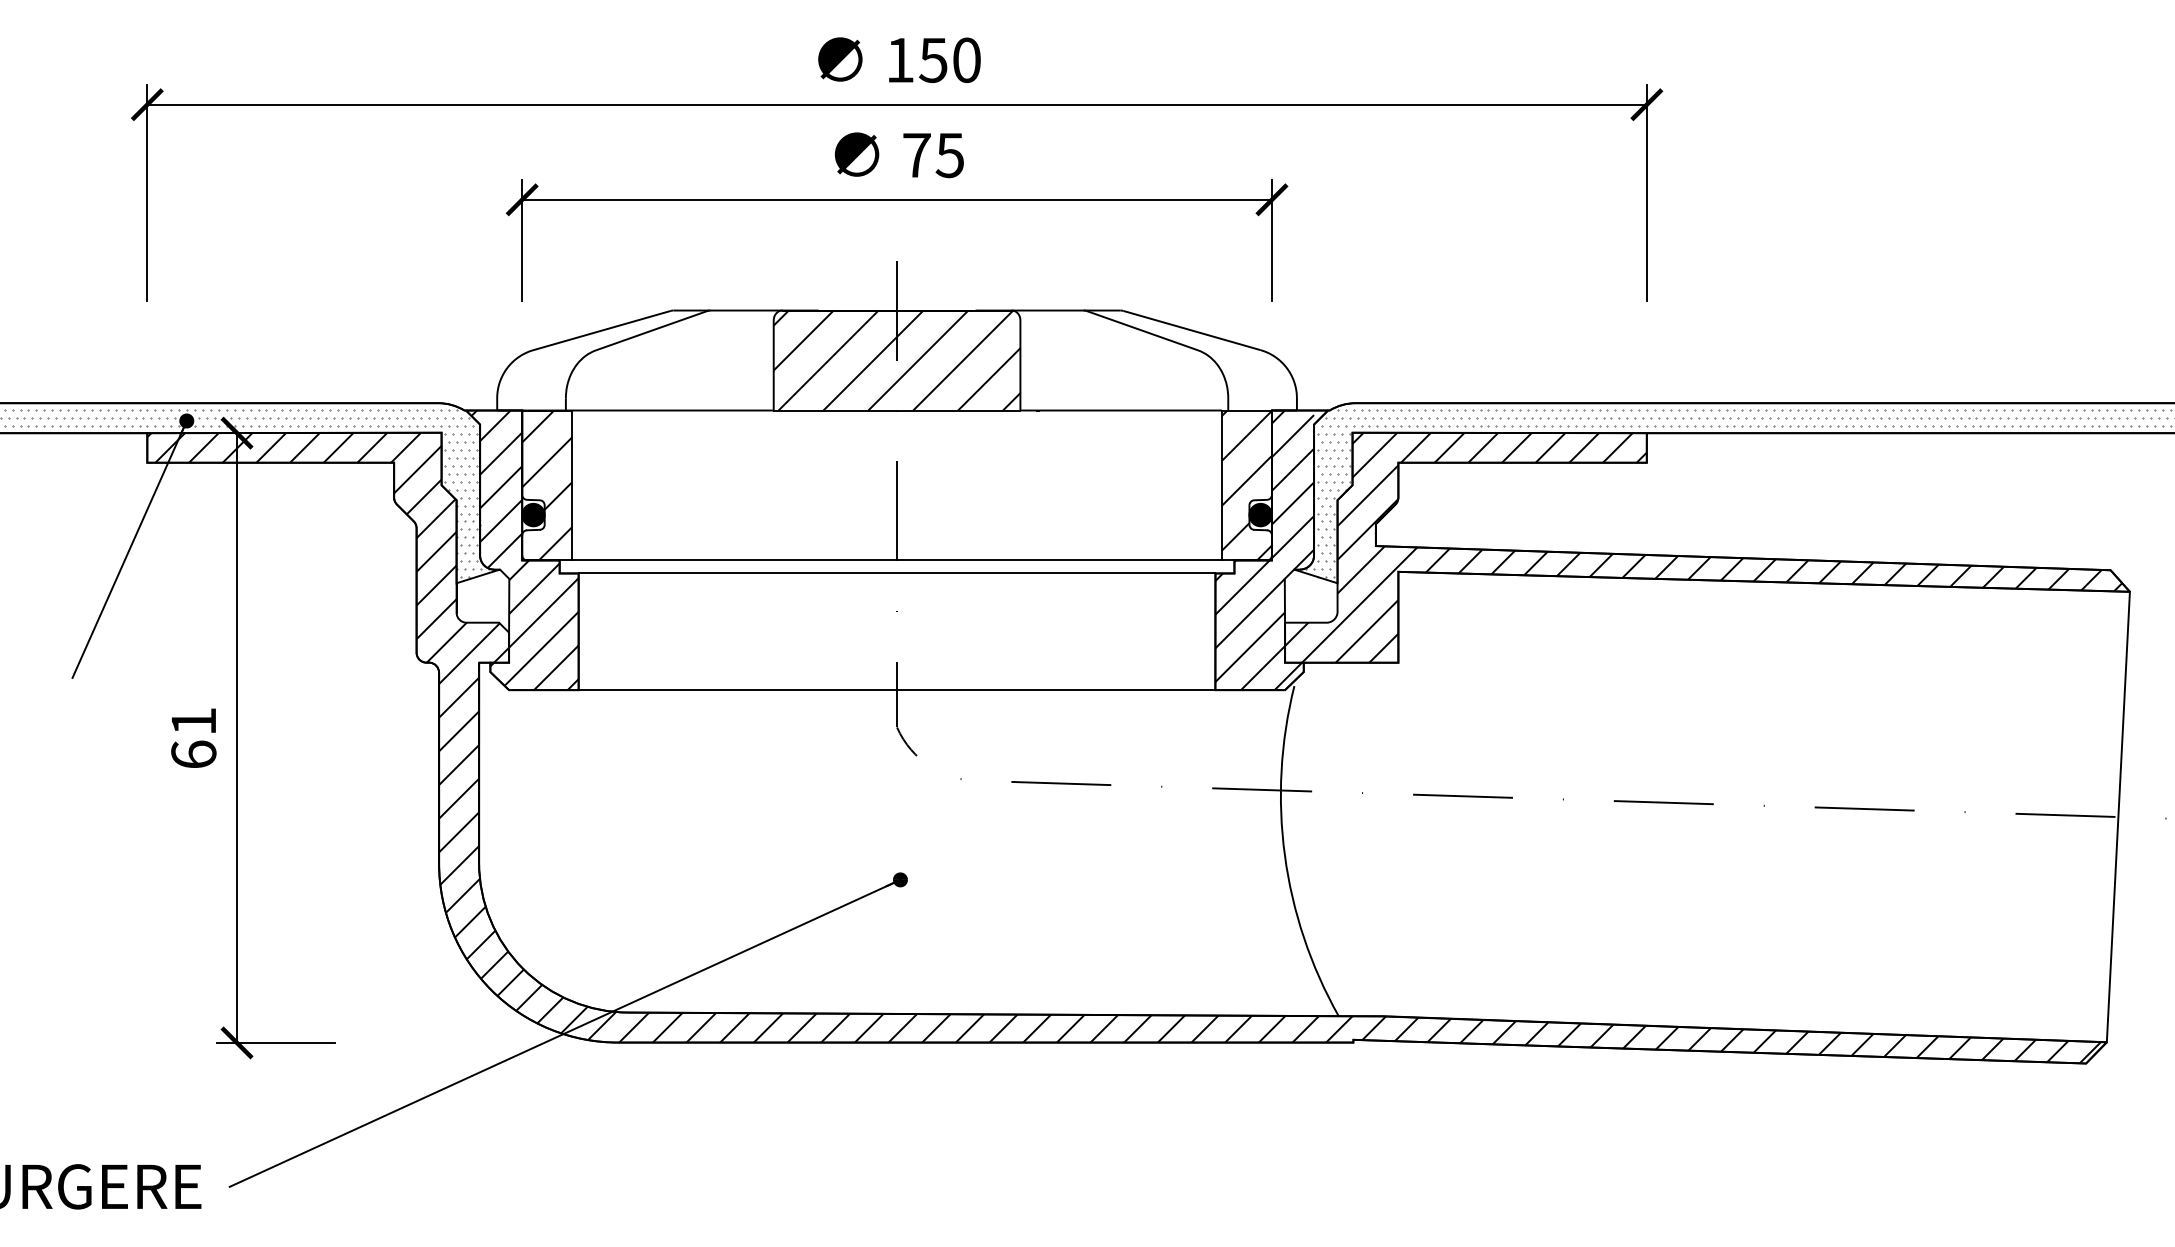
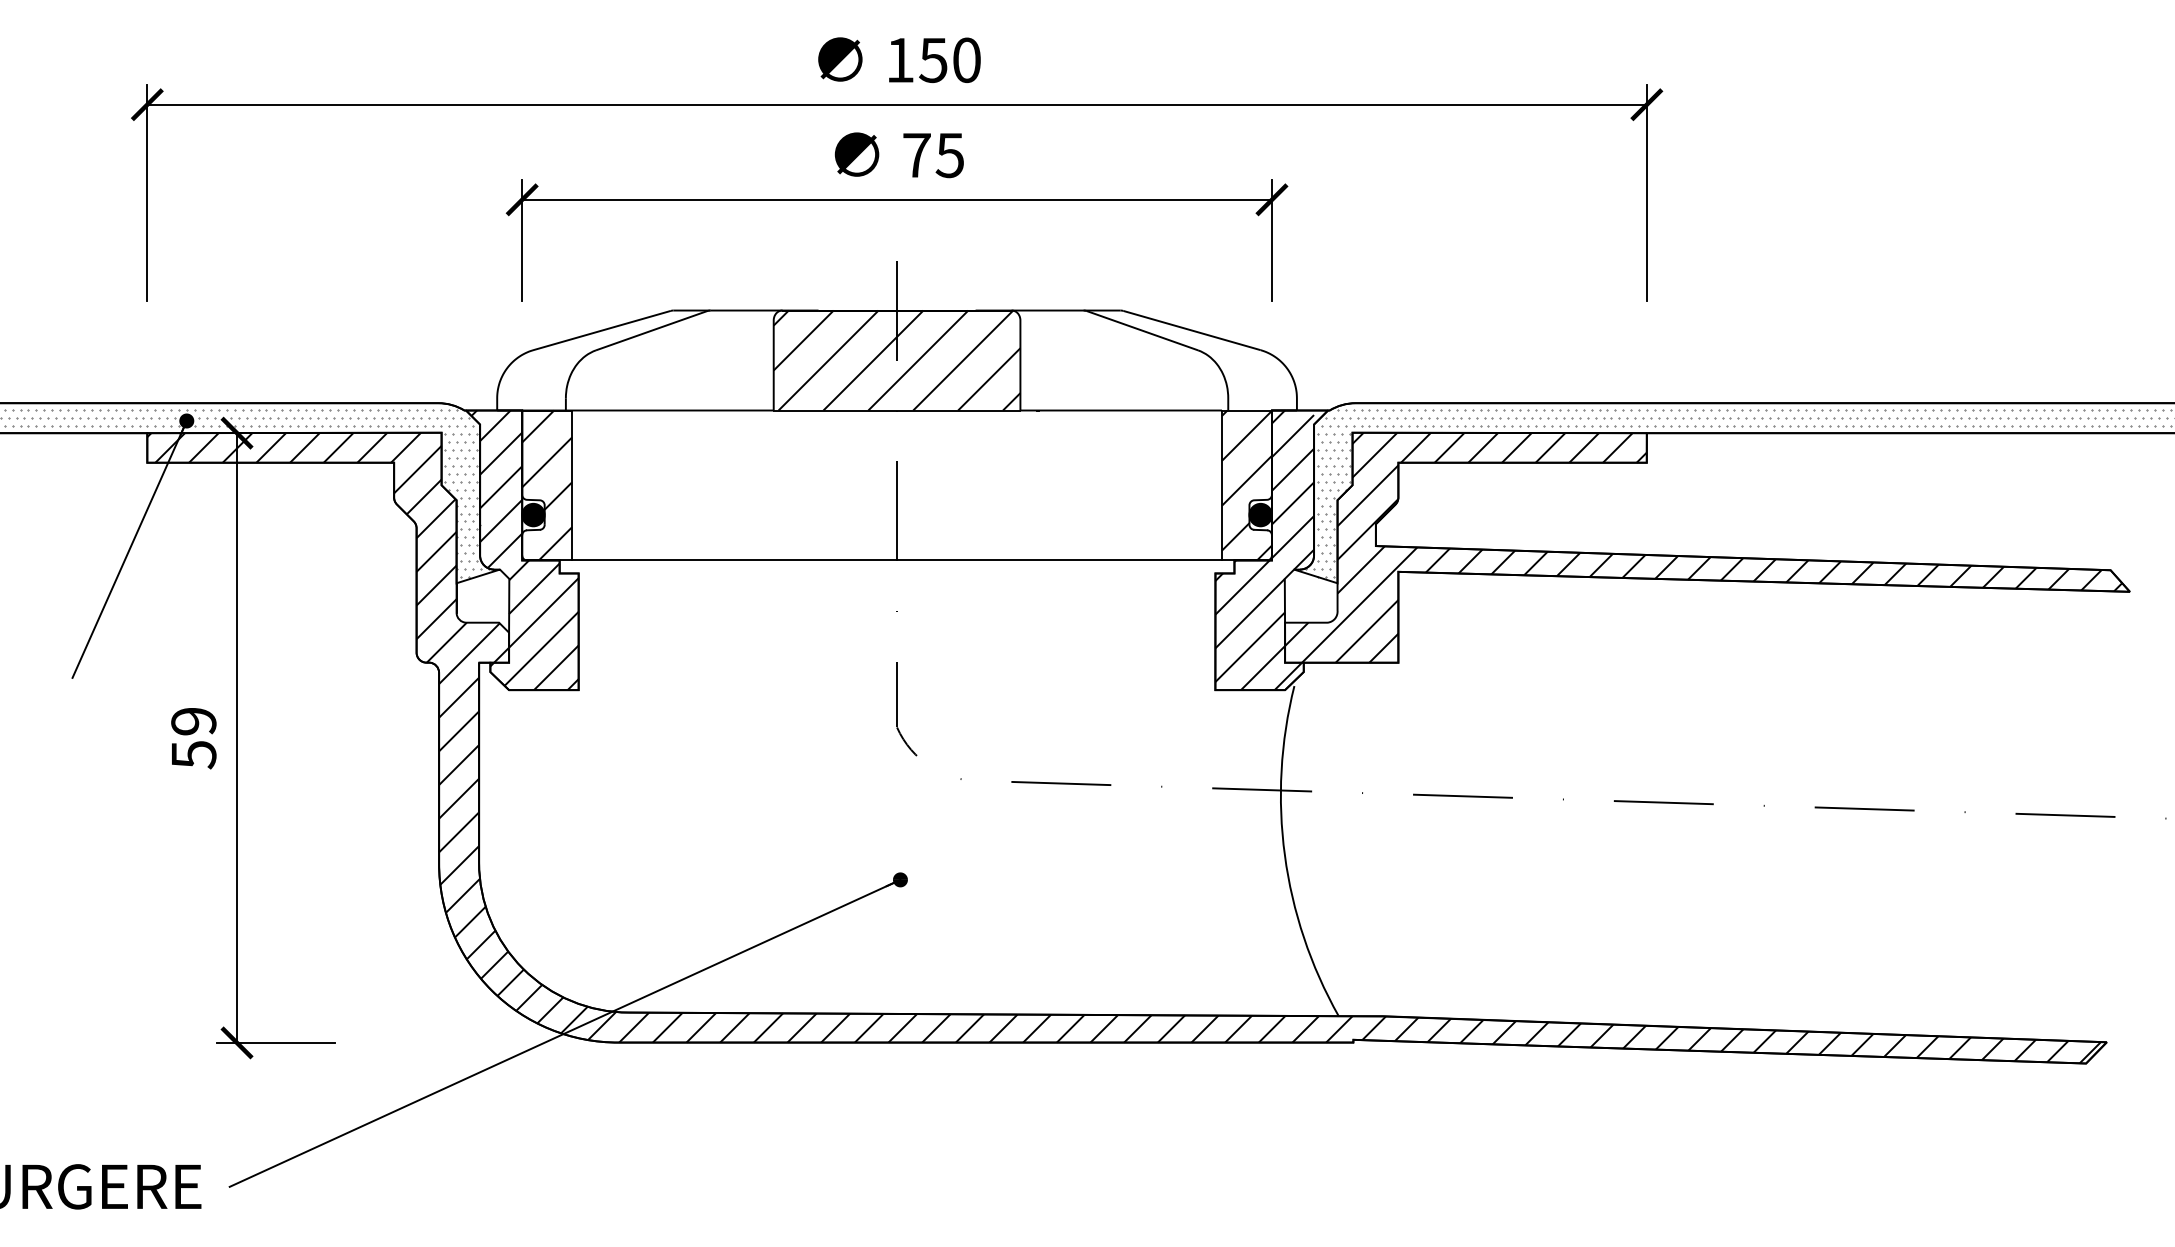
line at (896, 573): present -> none
line at (896, 690): present -> none
text at (193, 738): 61 -> 59
line at (2117, 816): present -> none
